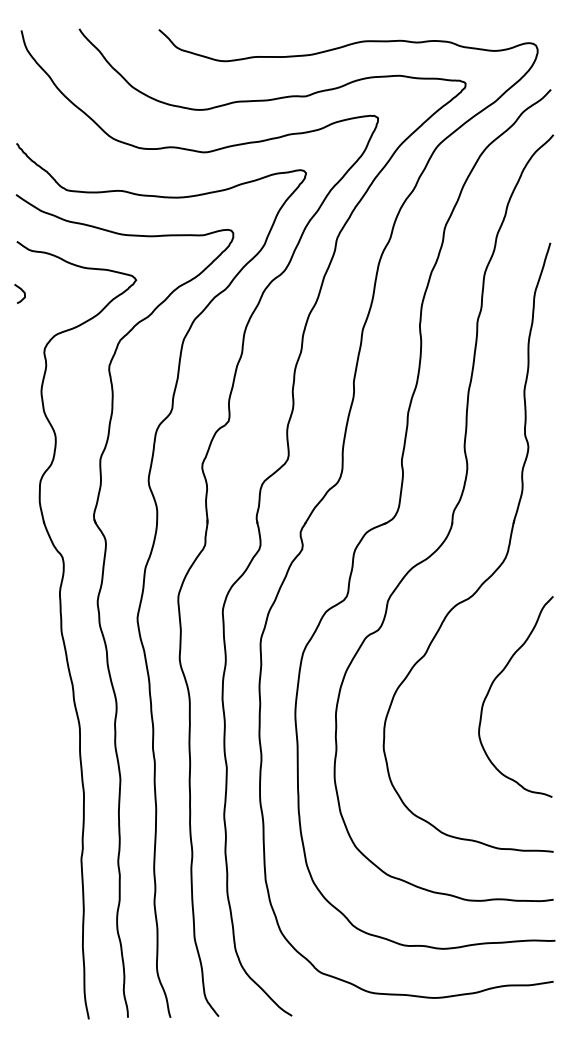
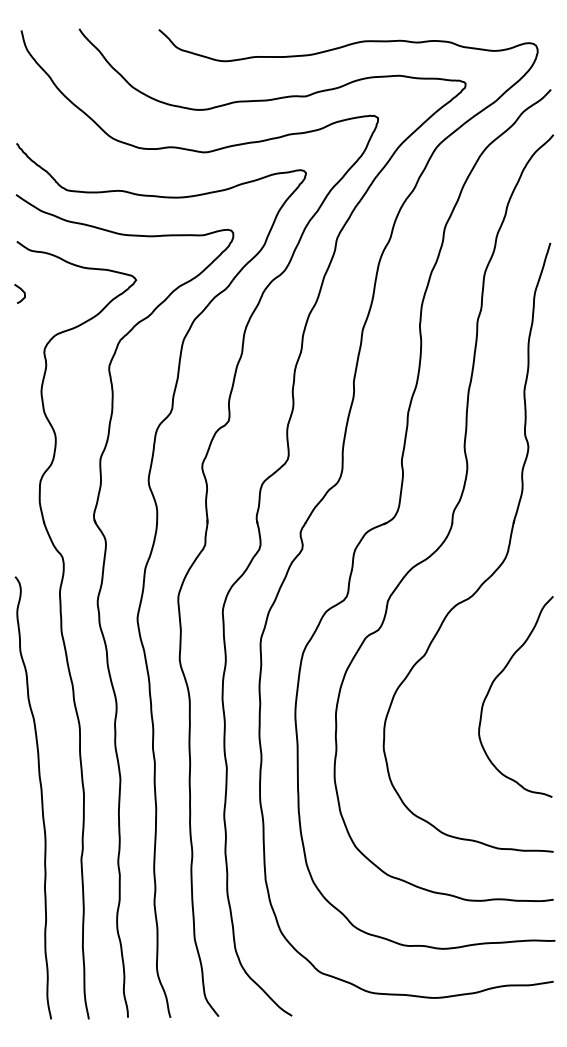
curve at (40, 794): none -> present
